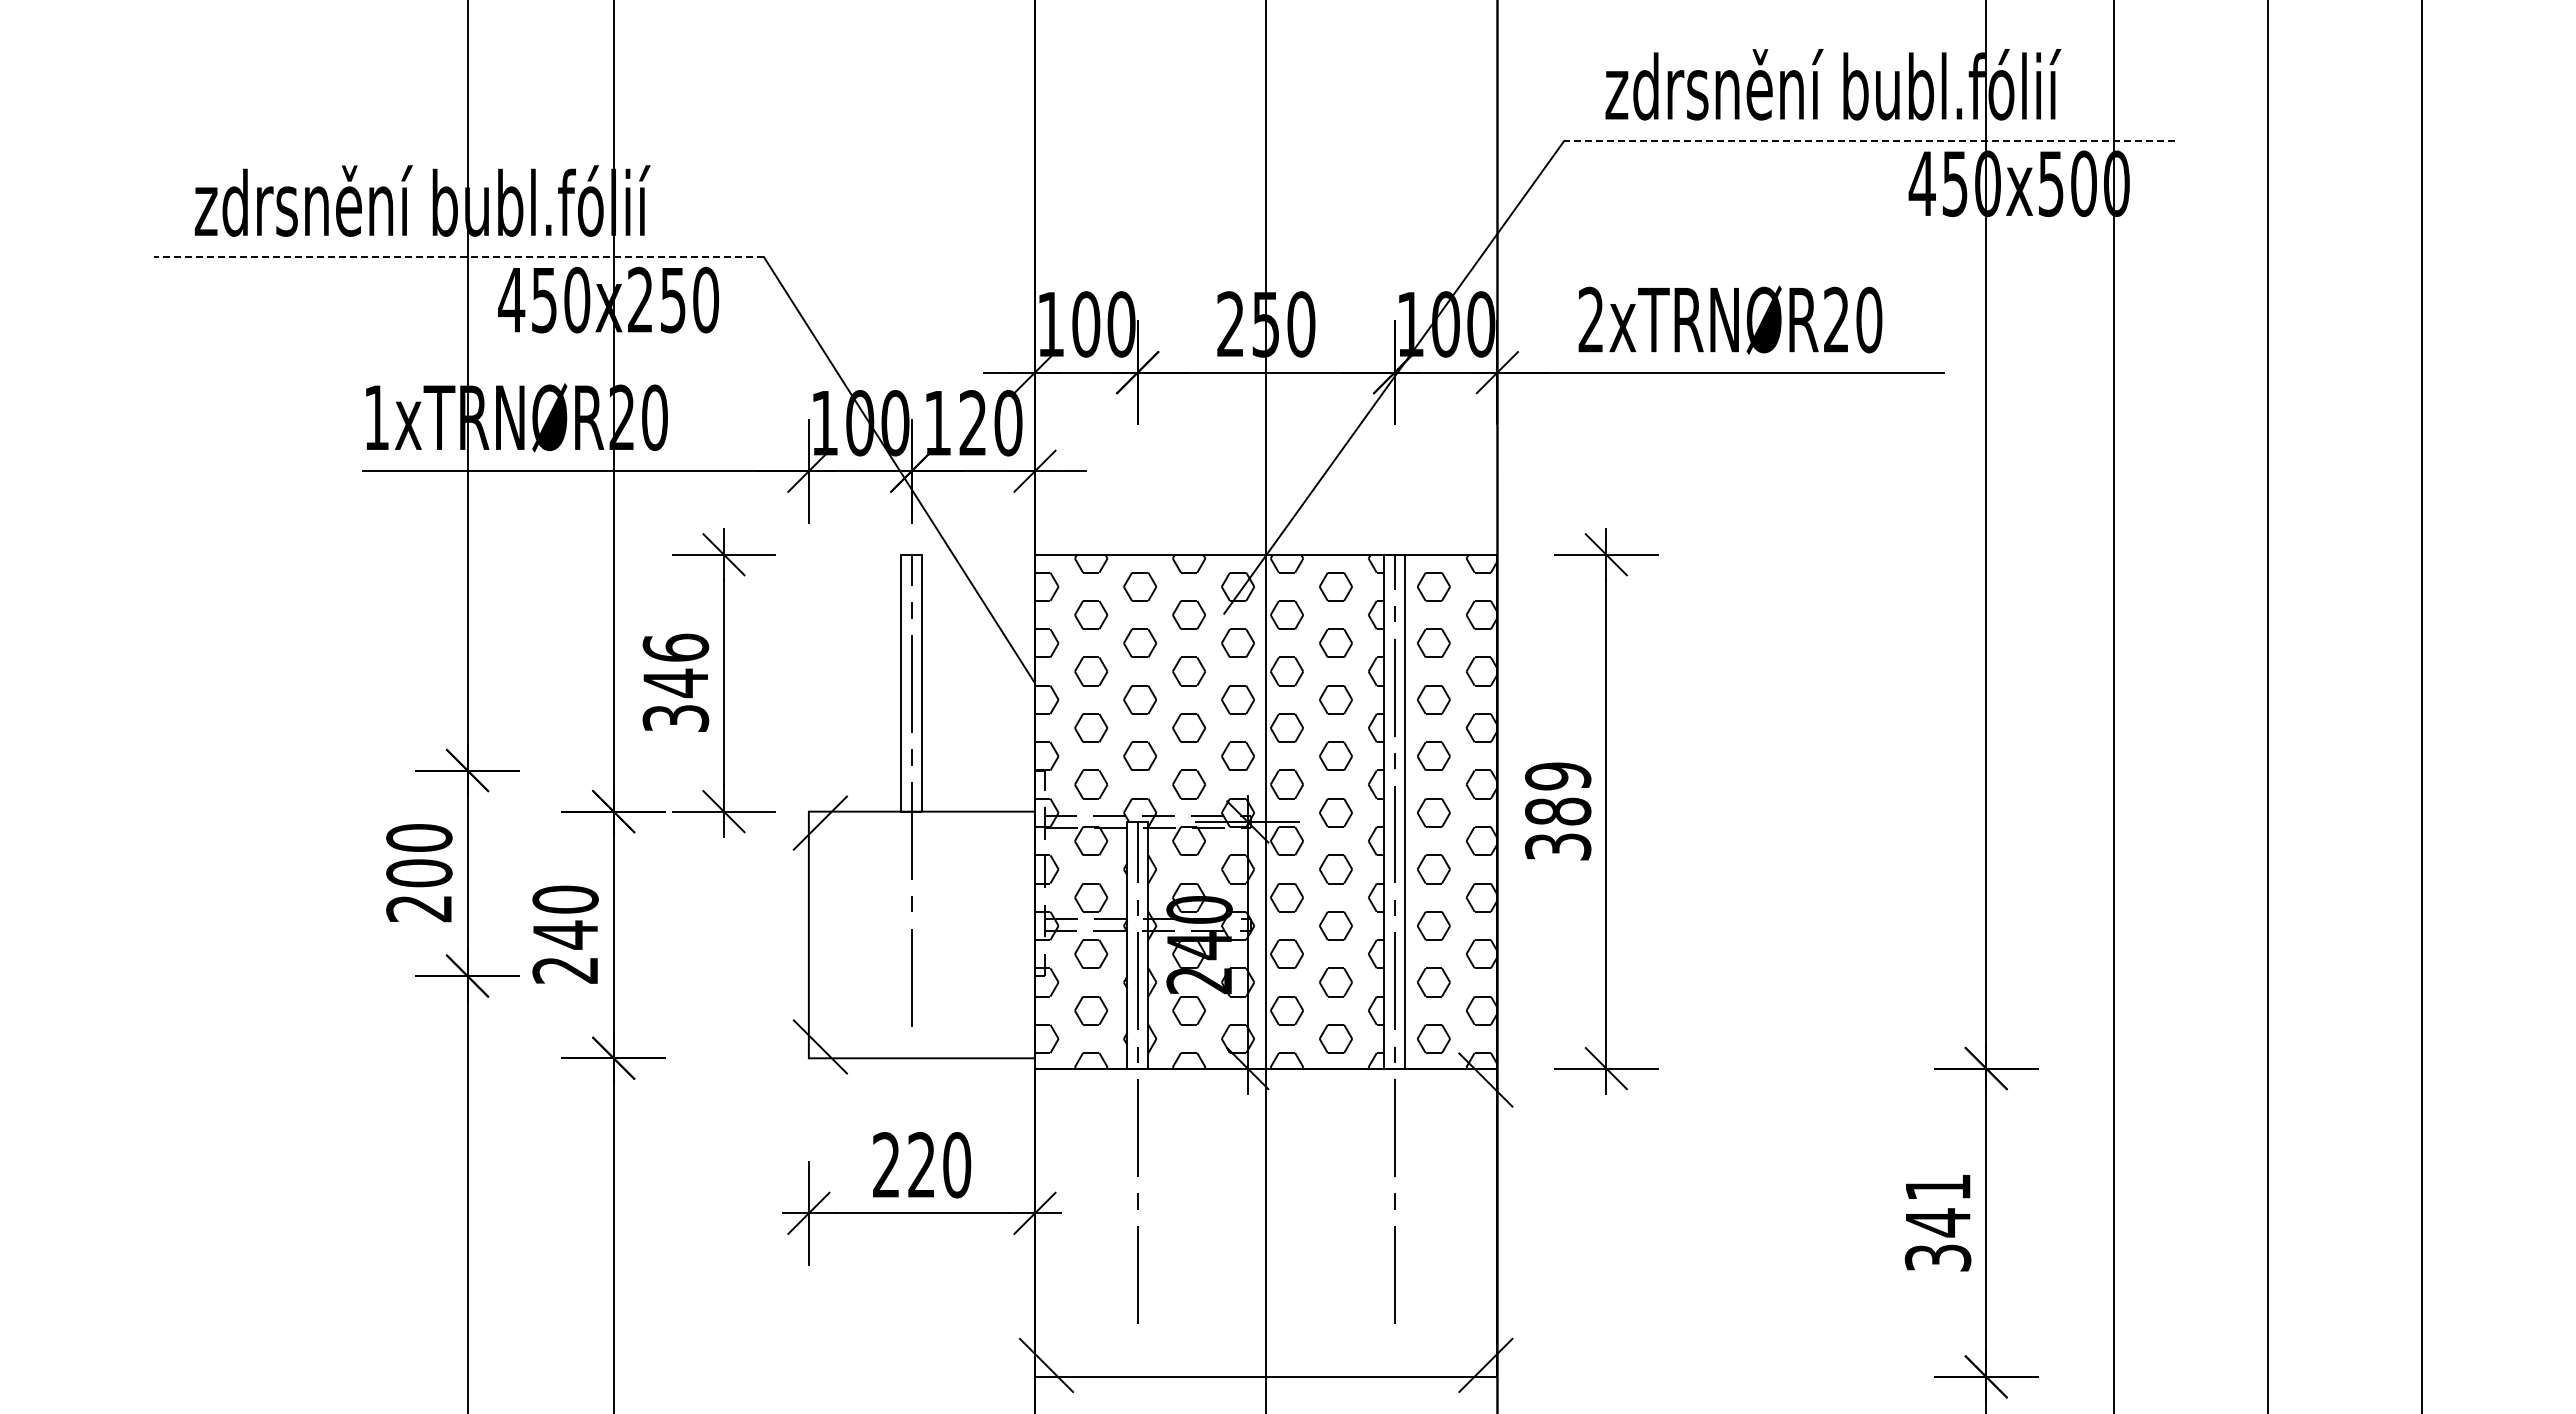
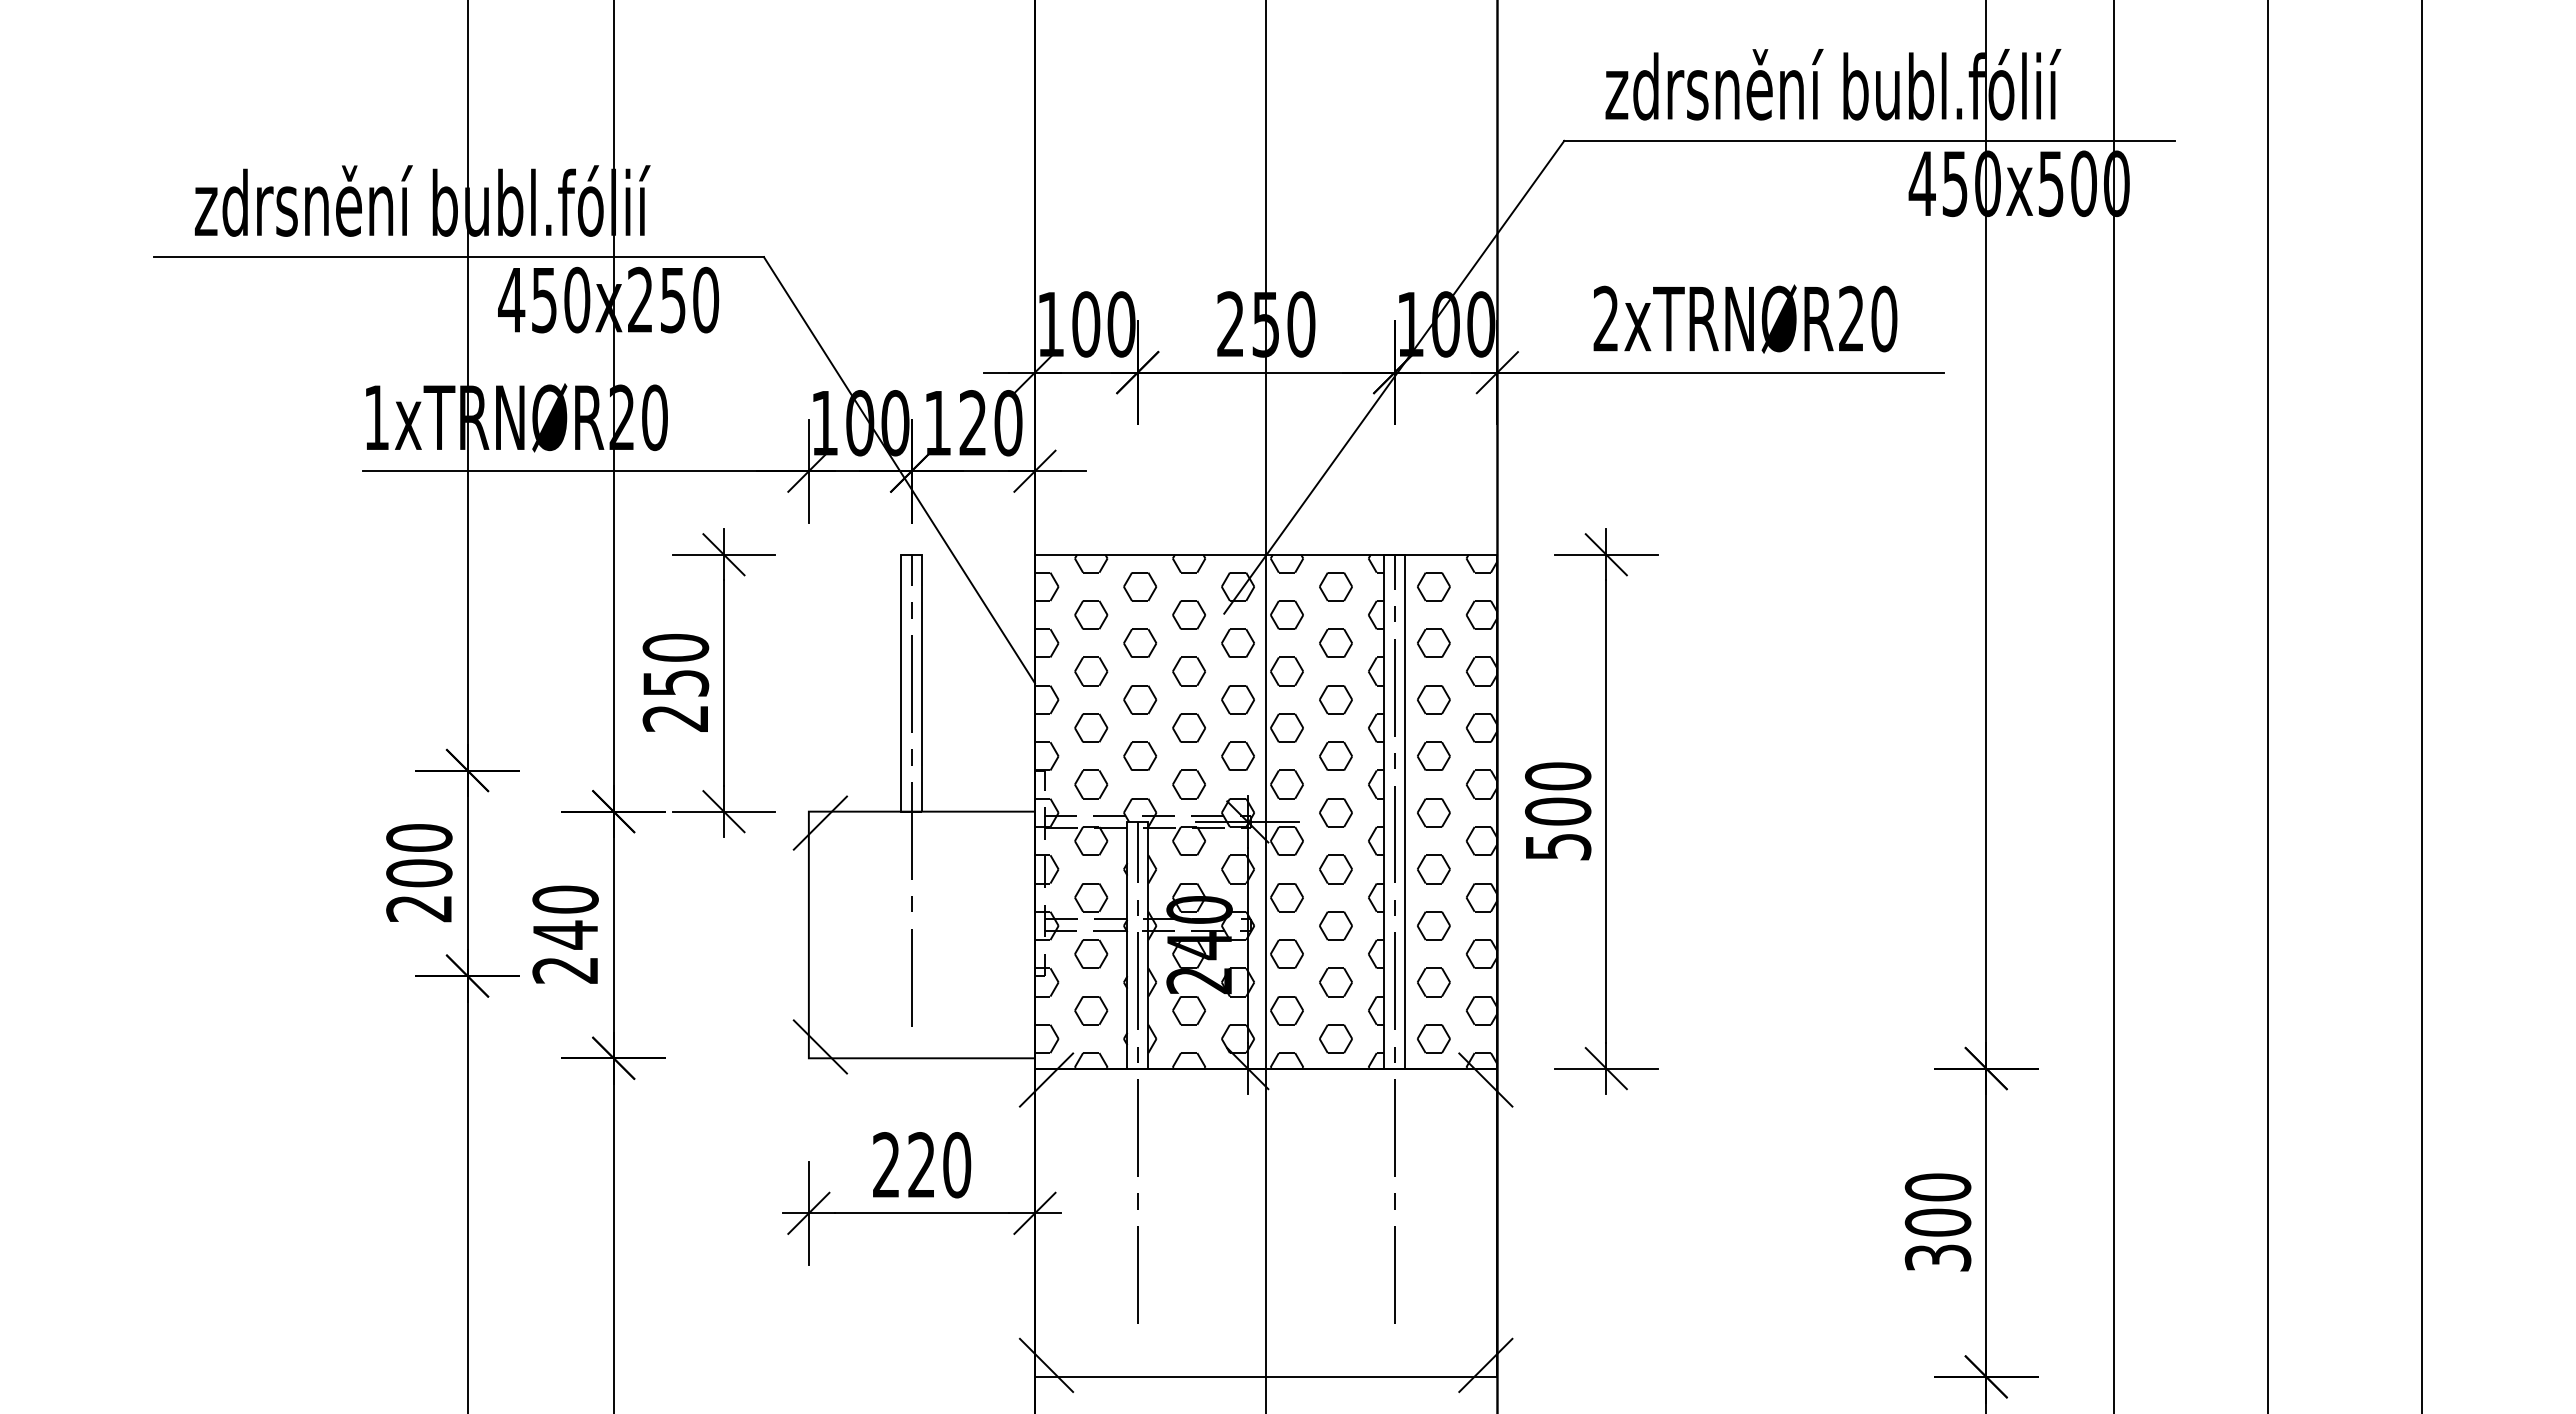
line at (1868, 140): dashed -> solid
line at (458, 257): dashed -> solid
text at (1730, 319) position: (1730, 319) -> (1745, 318)
text at (675, 682): 346 -> 250
text at (1558, 811): 389 -> 500
line at (1046, 1079): none -> present
text at (1937, 1205): 341 -> 300
